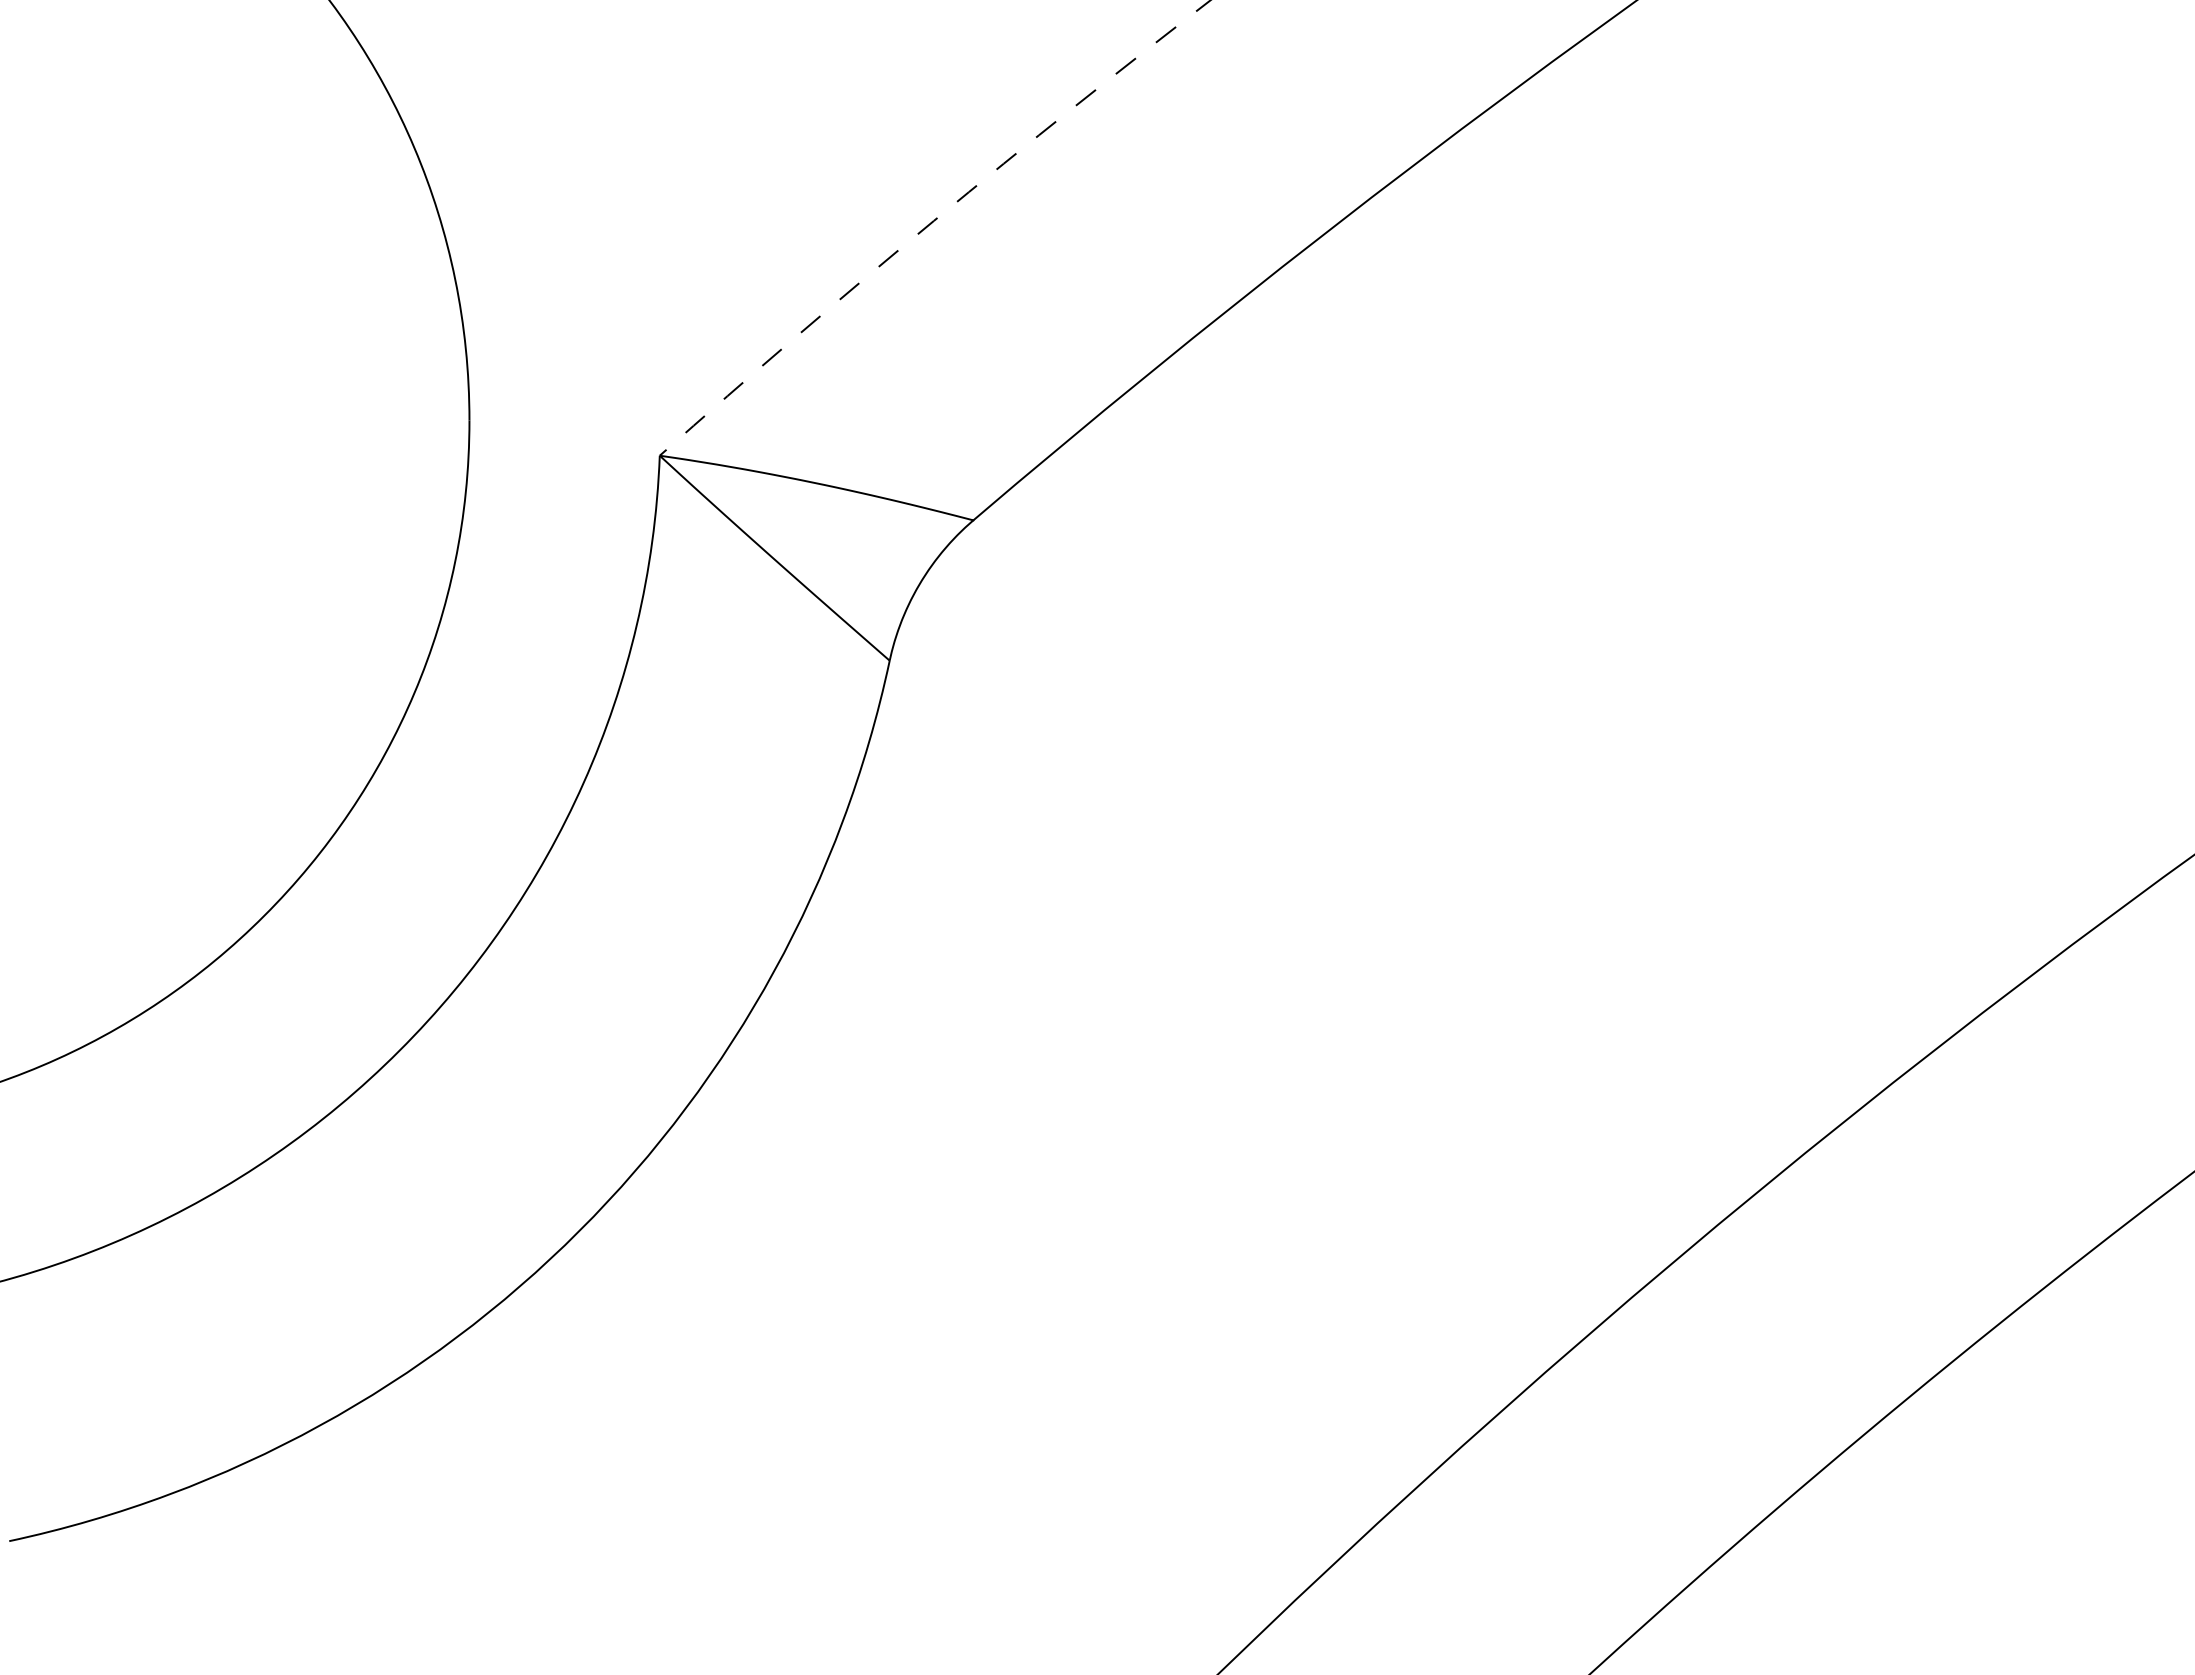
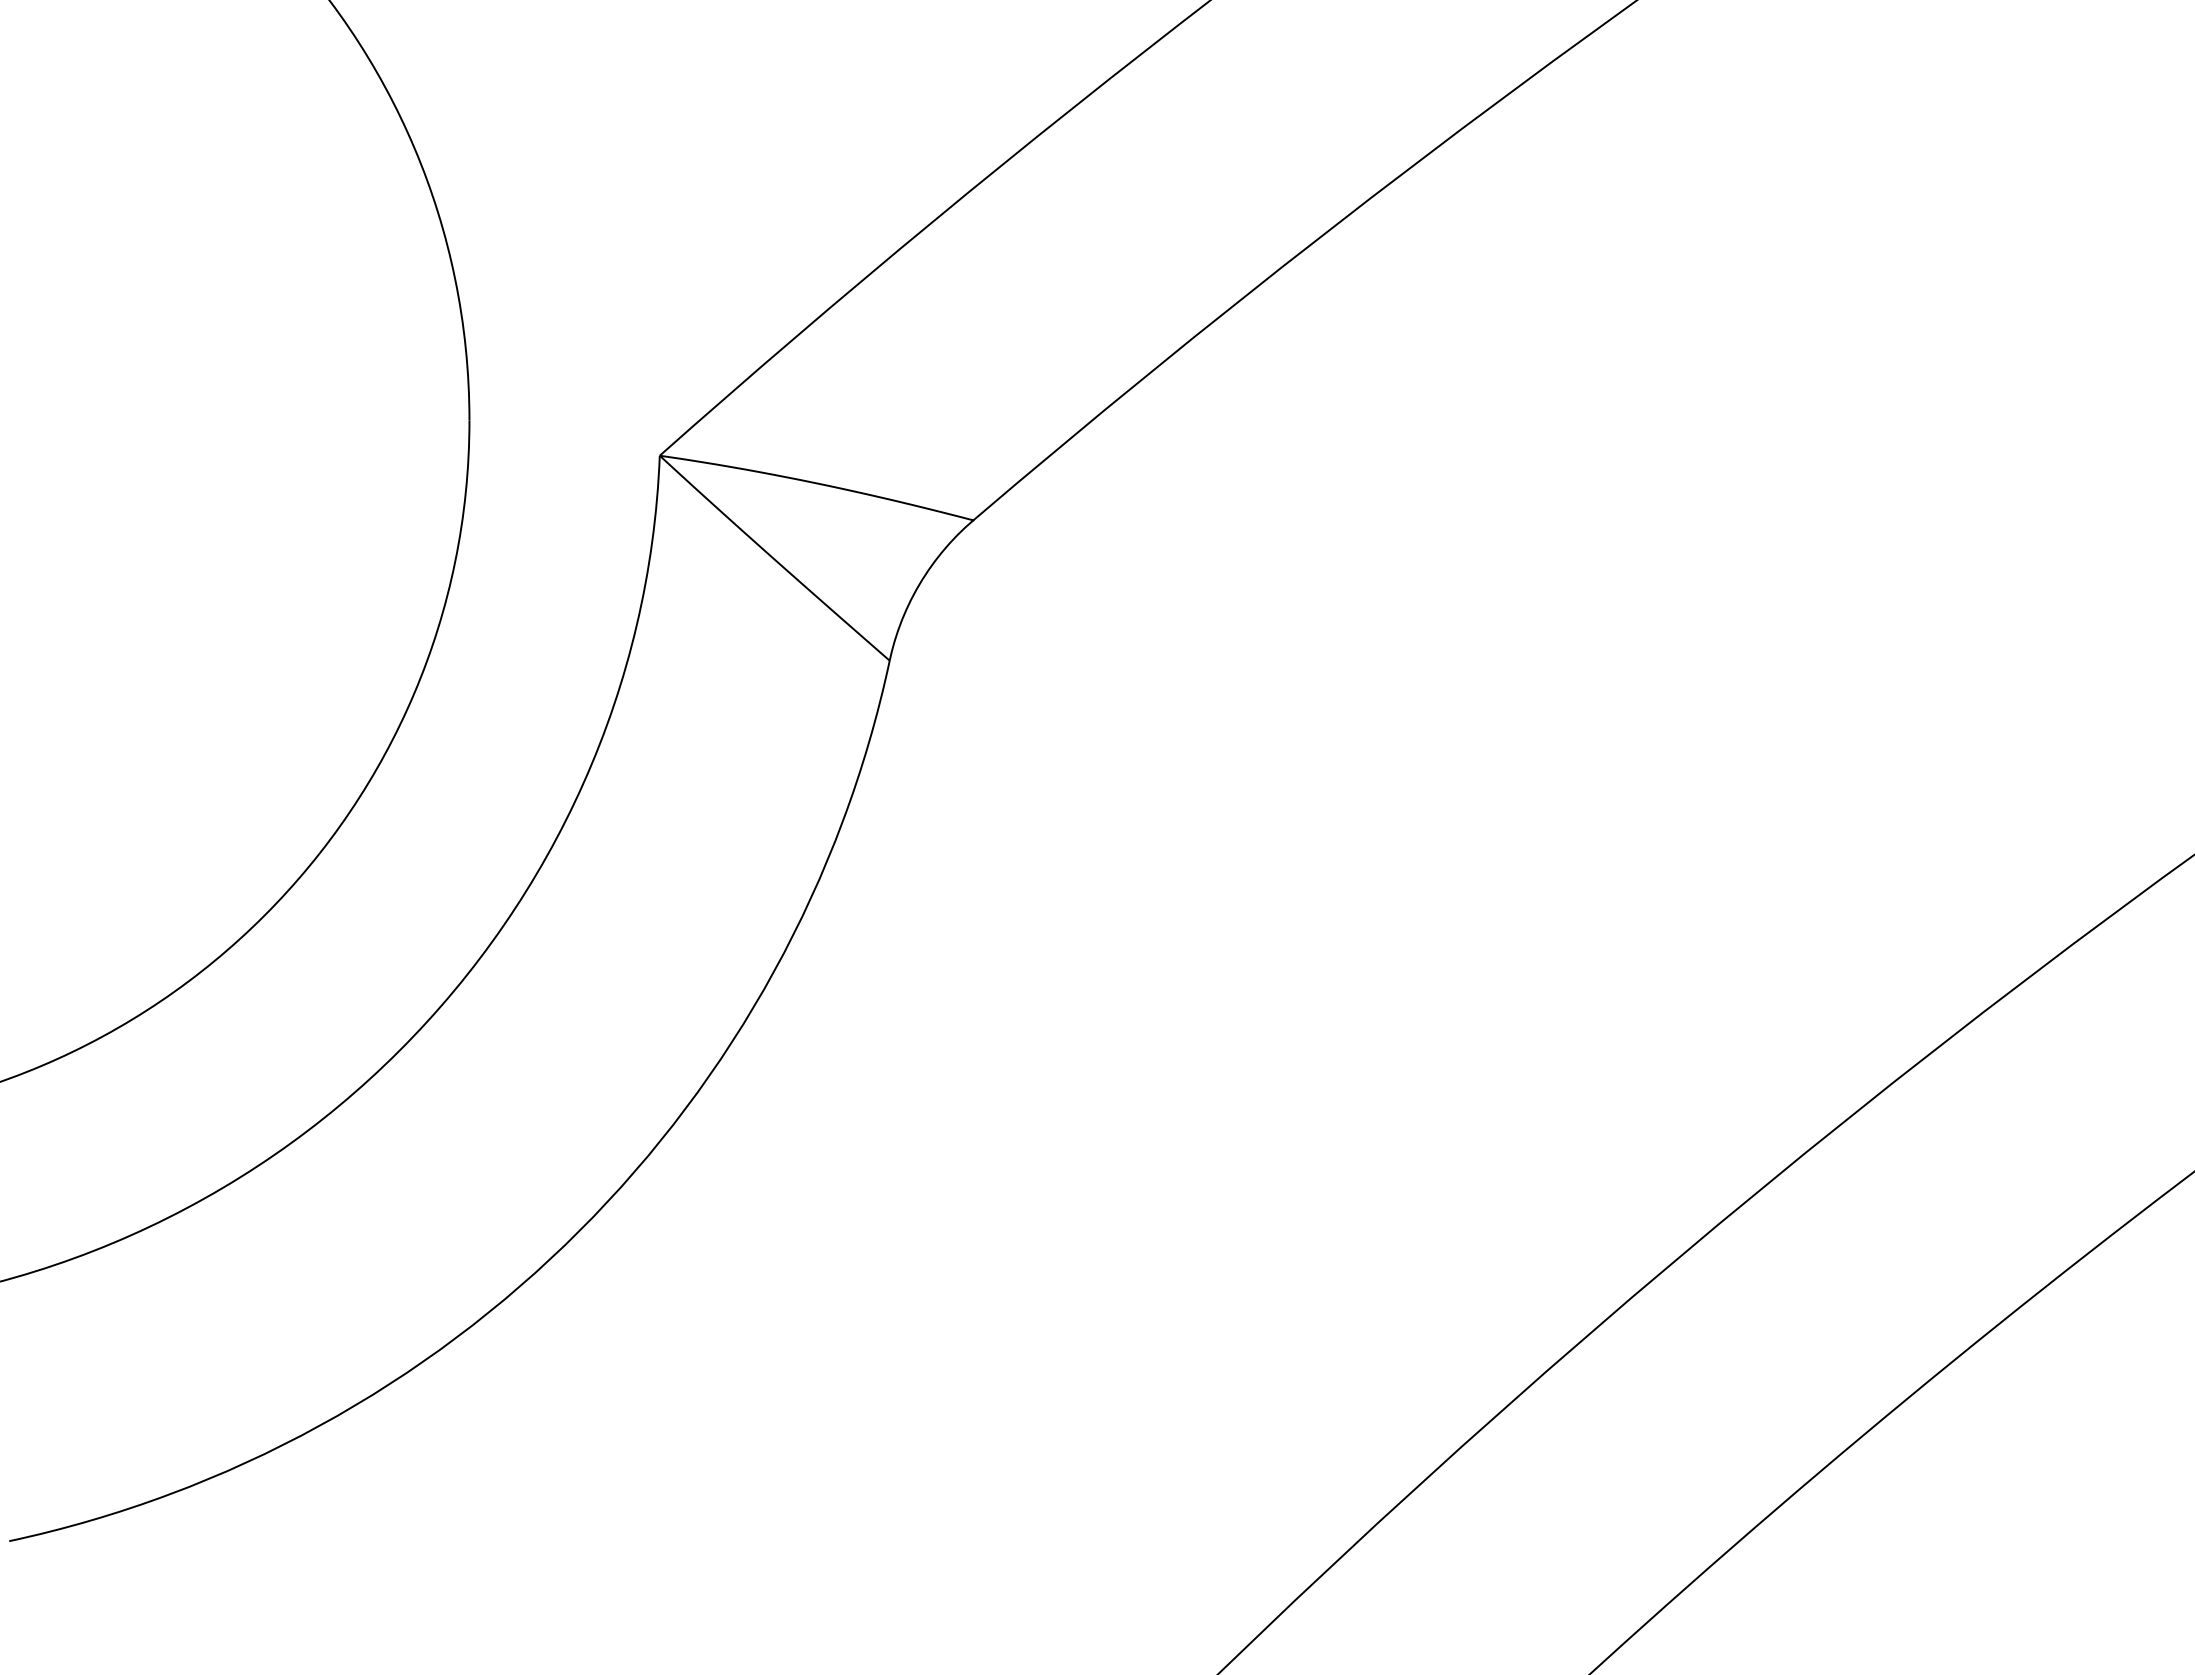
arc at (931, 222): dashed -> solid
